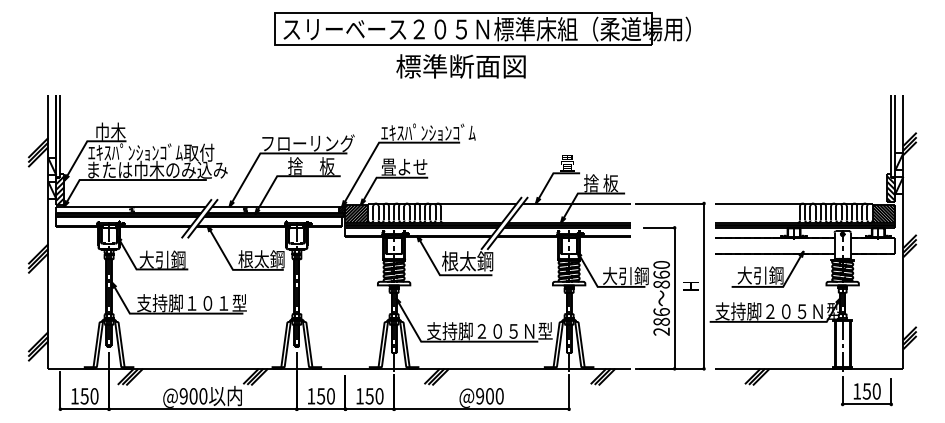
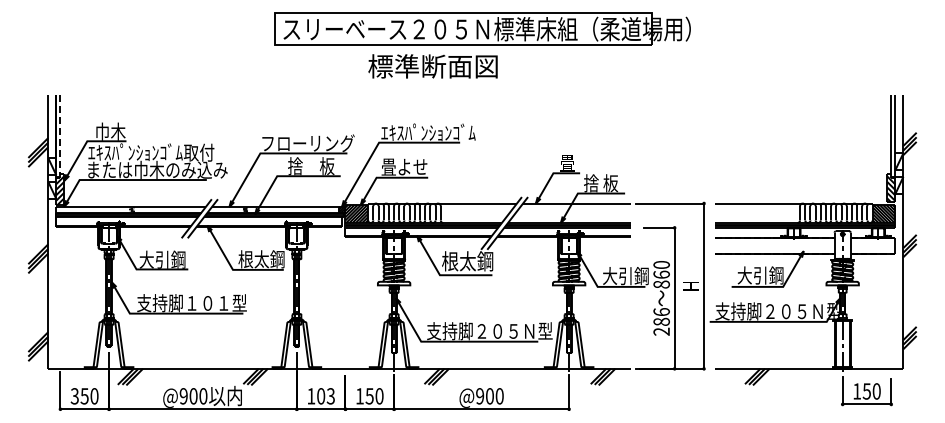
text at (460, 66) position: (460, 66) -> (432, 66)
line at (60, 136): solid -> dashed
text at (74, 396): 150 -> 350
text at (325, 396): 150 -> 103
